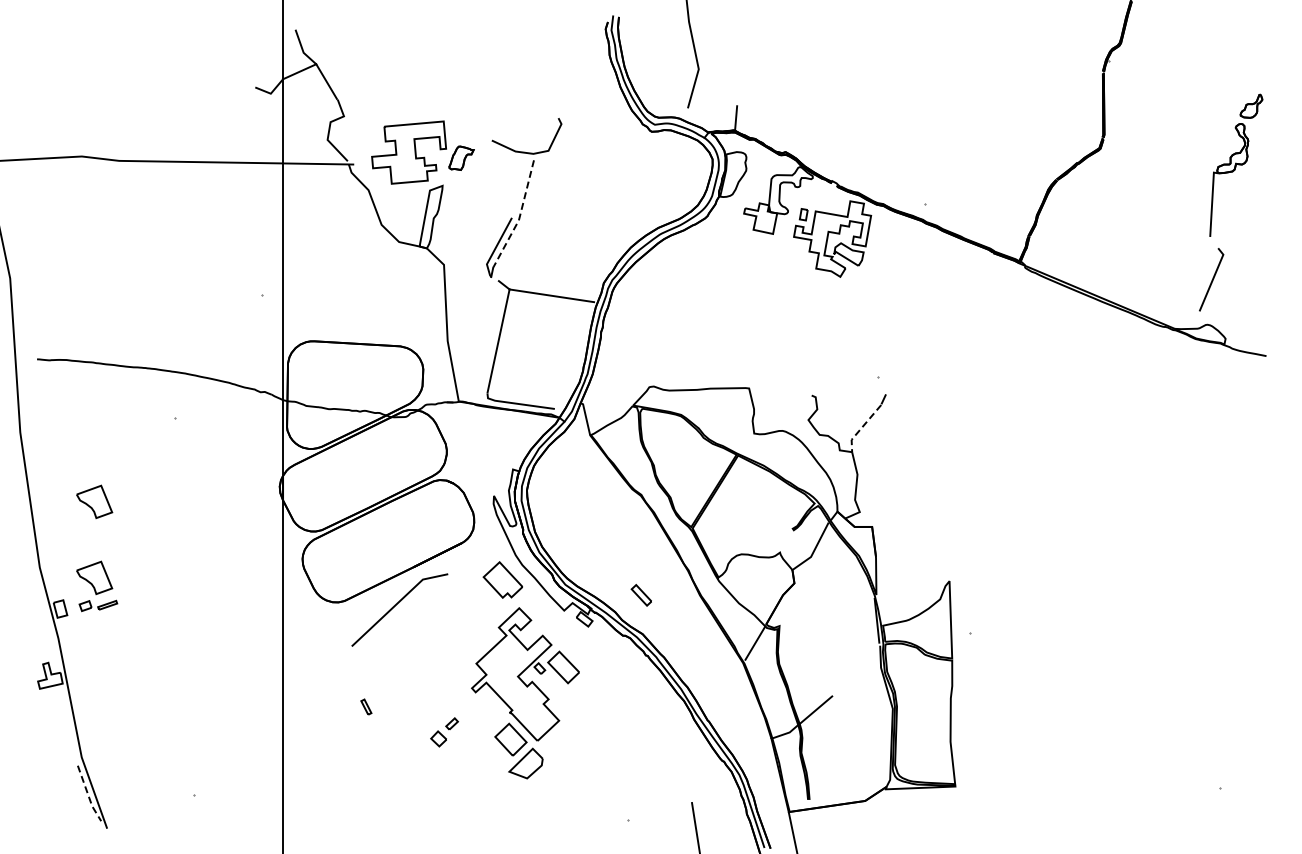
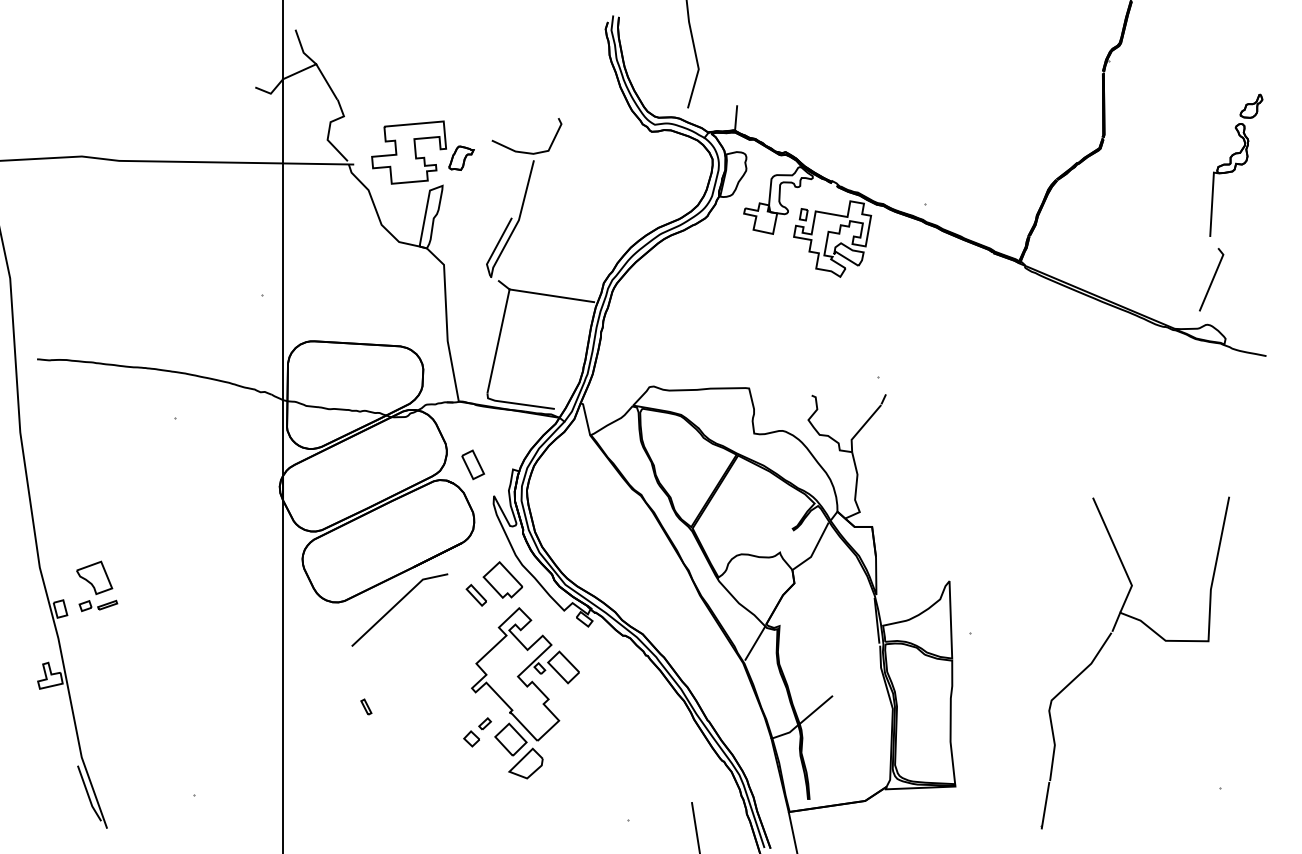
line at (519, 217): dashed -> solid
line at (861, 427): dashed -> solid
part at (473, 464): none -> present
part at (94, 501): present -> none
part at (640, 595) position: (640, 595) -> (475, 595)
part at (1106, 642): none -> present
part at (444, 732) position: (444, 732) -> (477, 732)
line at (88, 795): dashed -> solid
